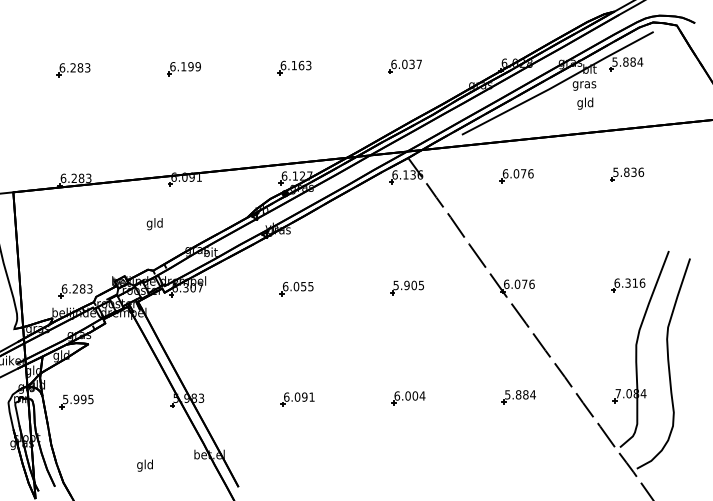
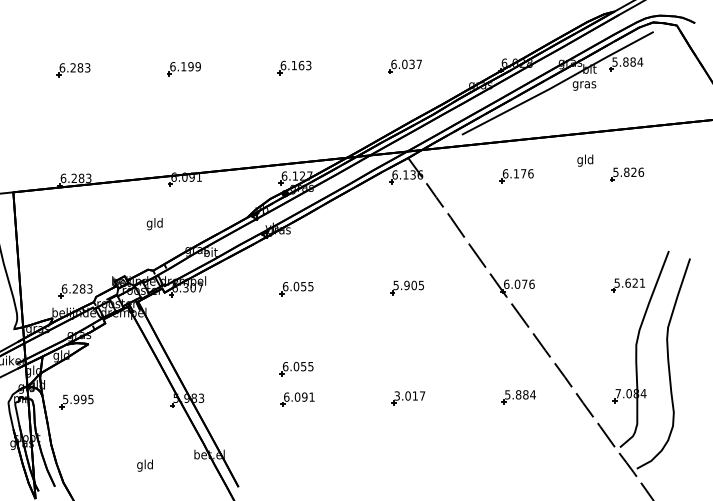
text at (585, 103) position: (585, 103) -> (585, 160)
text at (633, 172): 5.836 -> 5.826
text at (516, 173): 6.076 -> 6.176
text at (629, 282): 6.316 -> 5.621
part at (296, 369): none -> present
text at (409, 395): 6.004 -> 3.017
